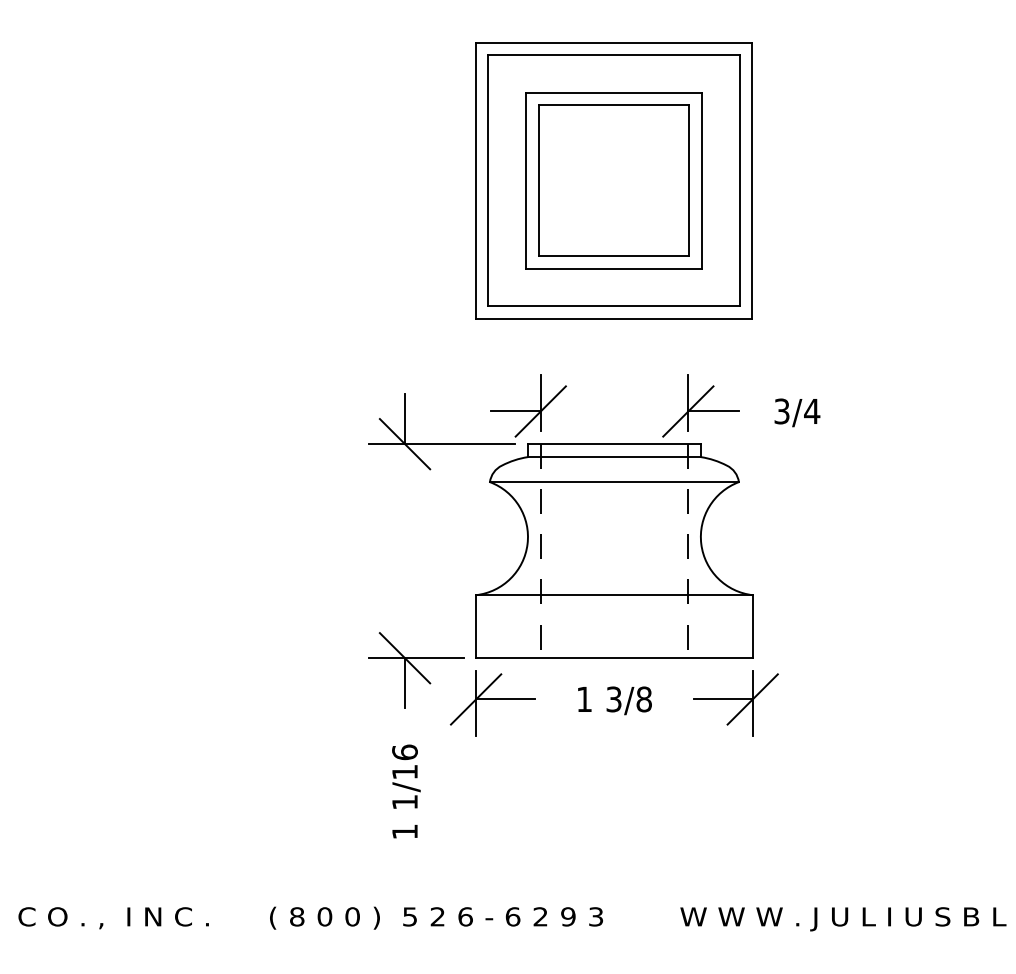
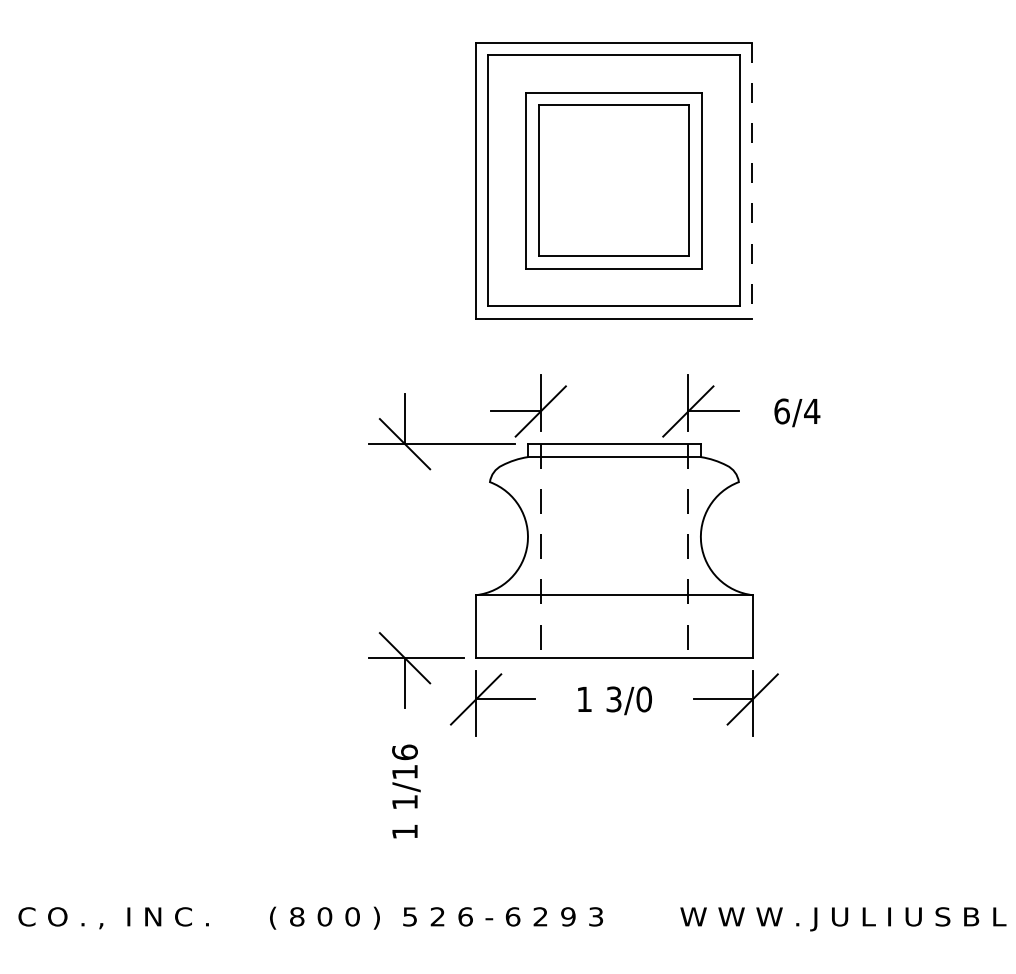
line at (752, 181): solid -> dashed
text at (781, 411): 3/4 -> 6/4
line at (613, 482): present -> none
text at (644, 699): 3/8 -> 3/0
